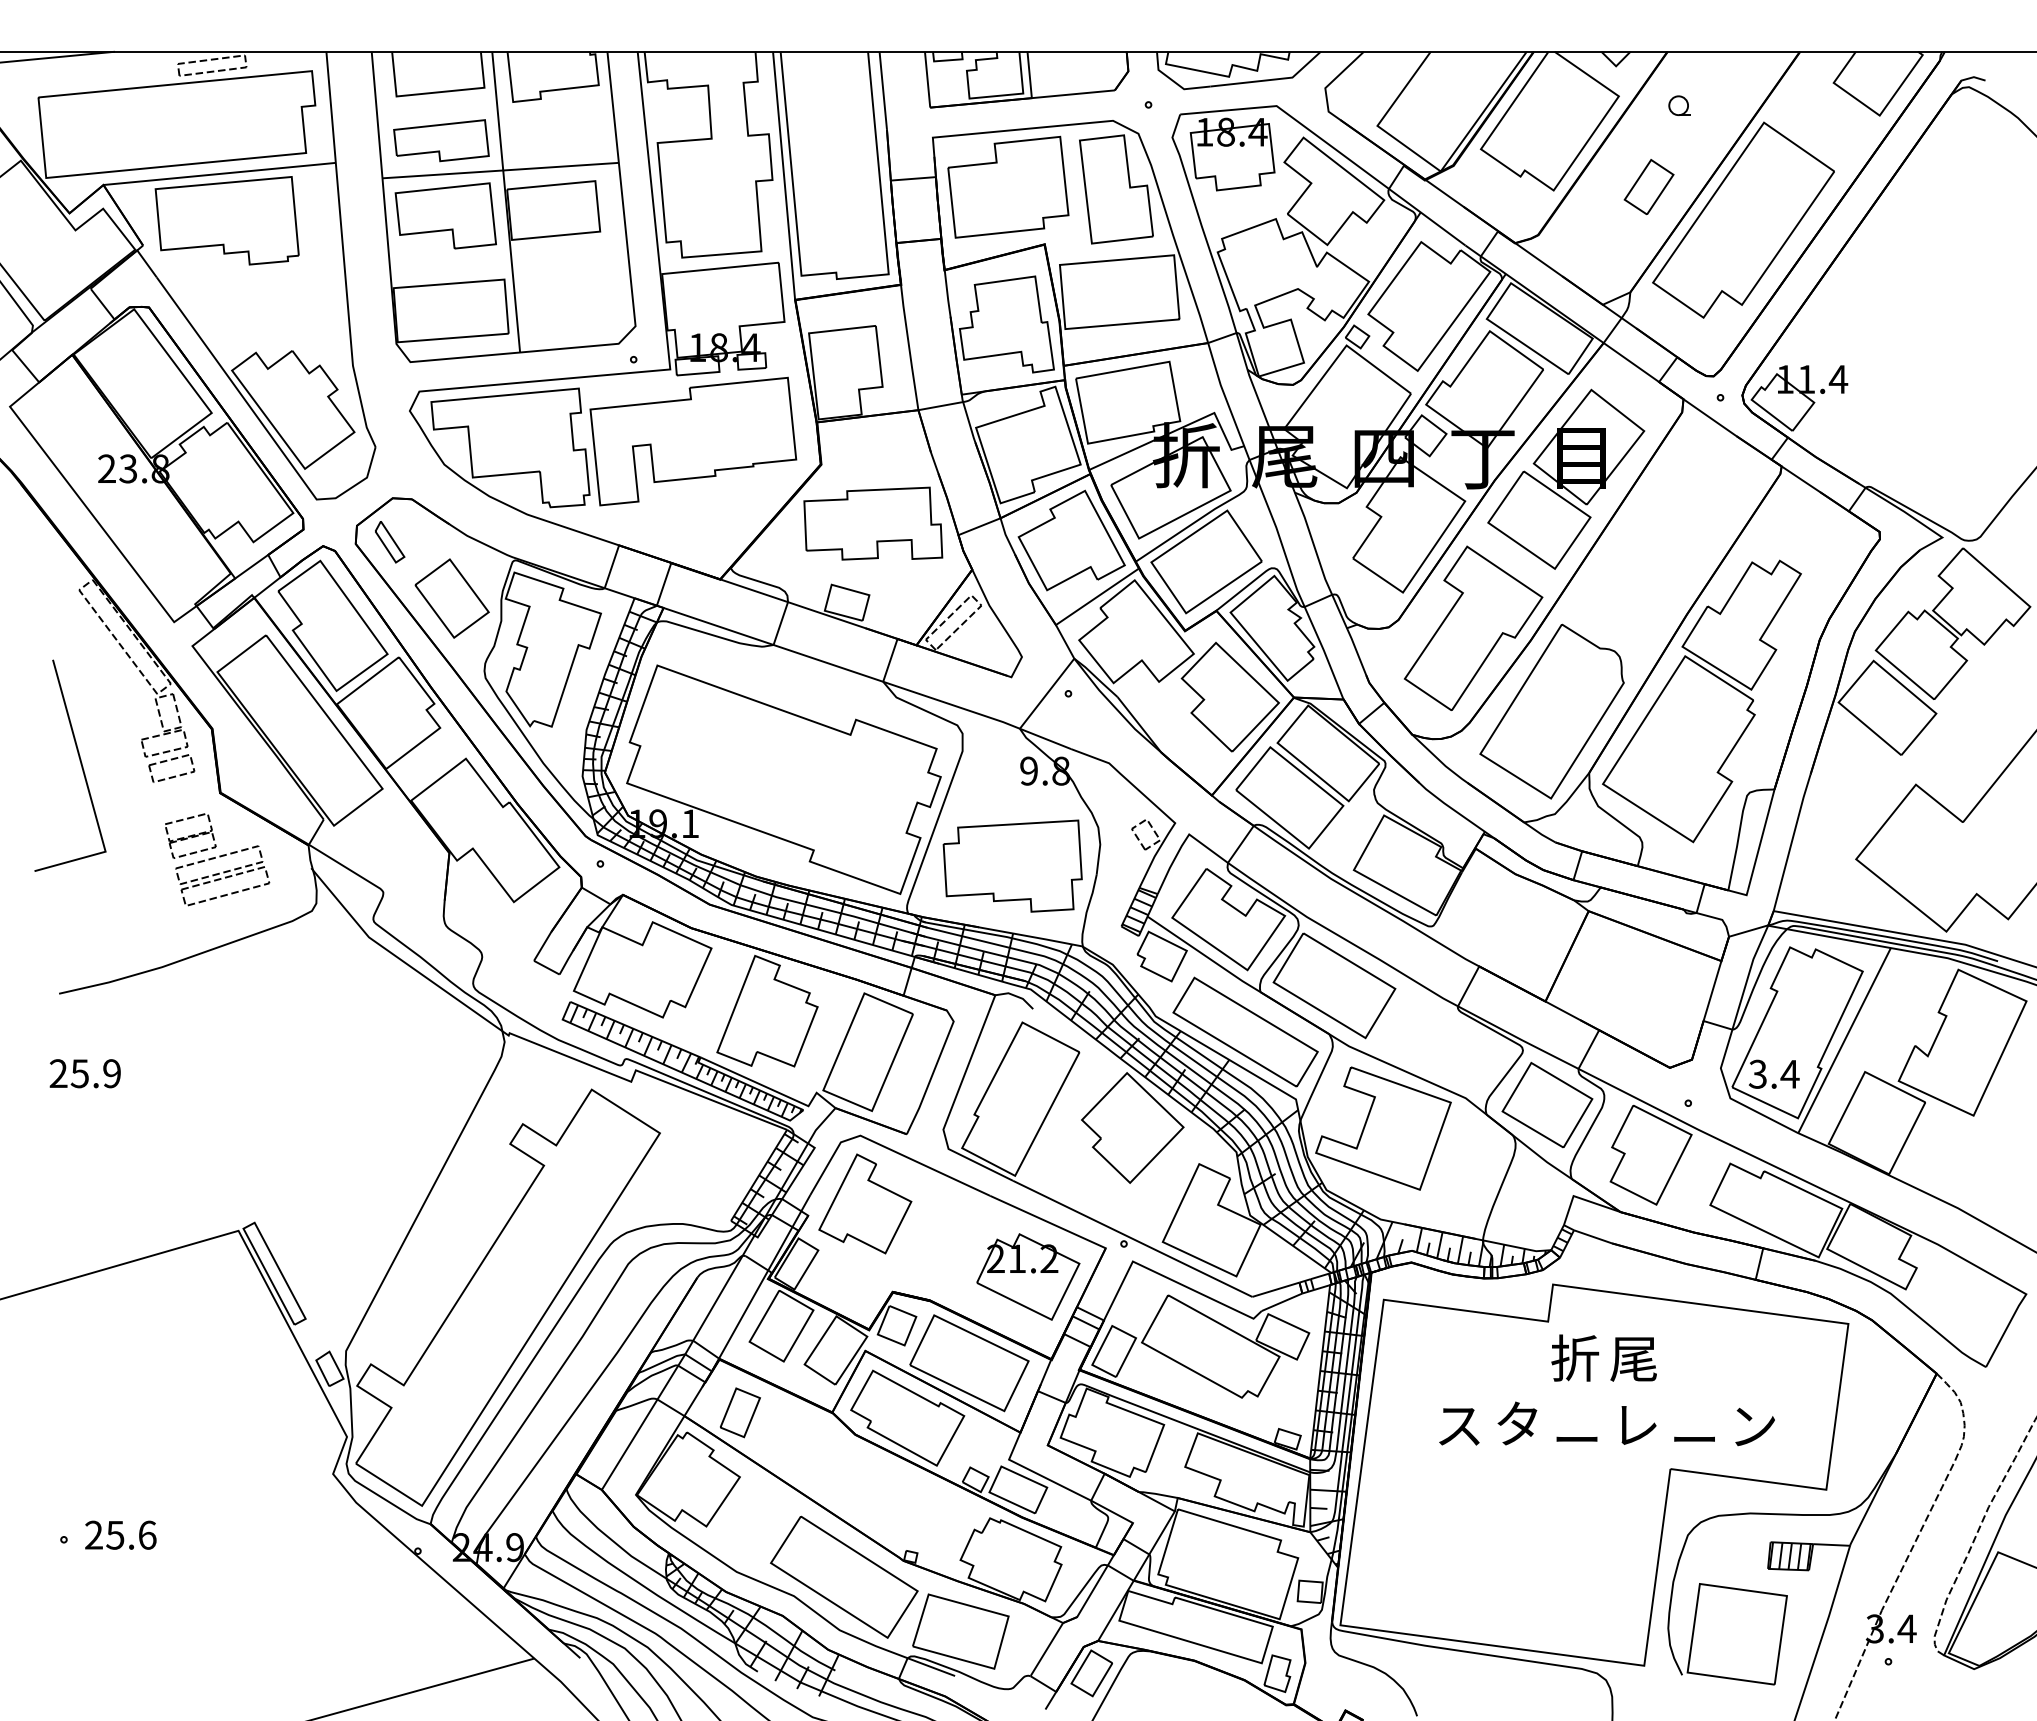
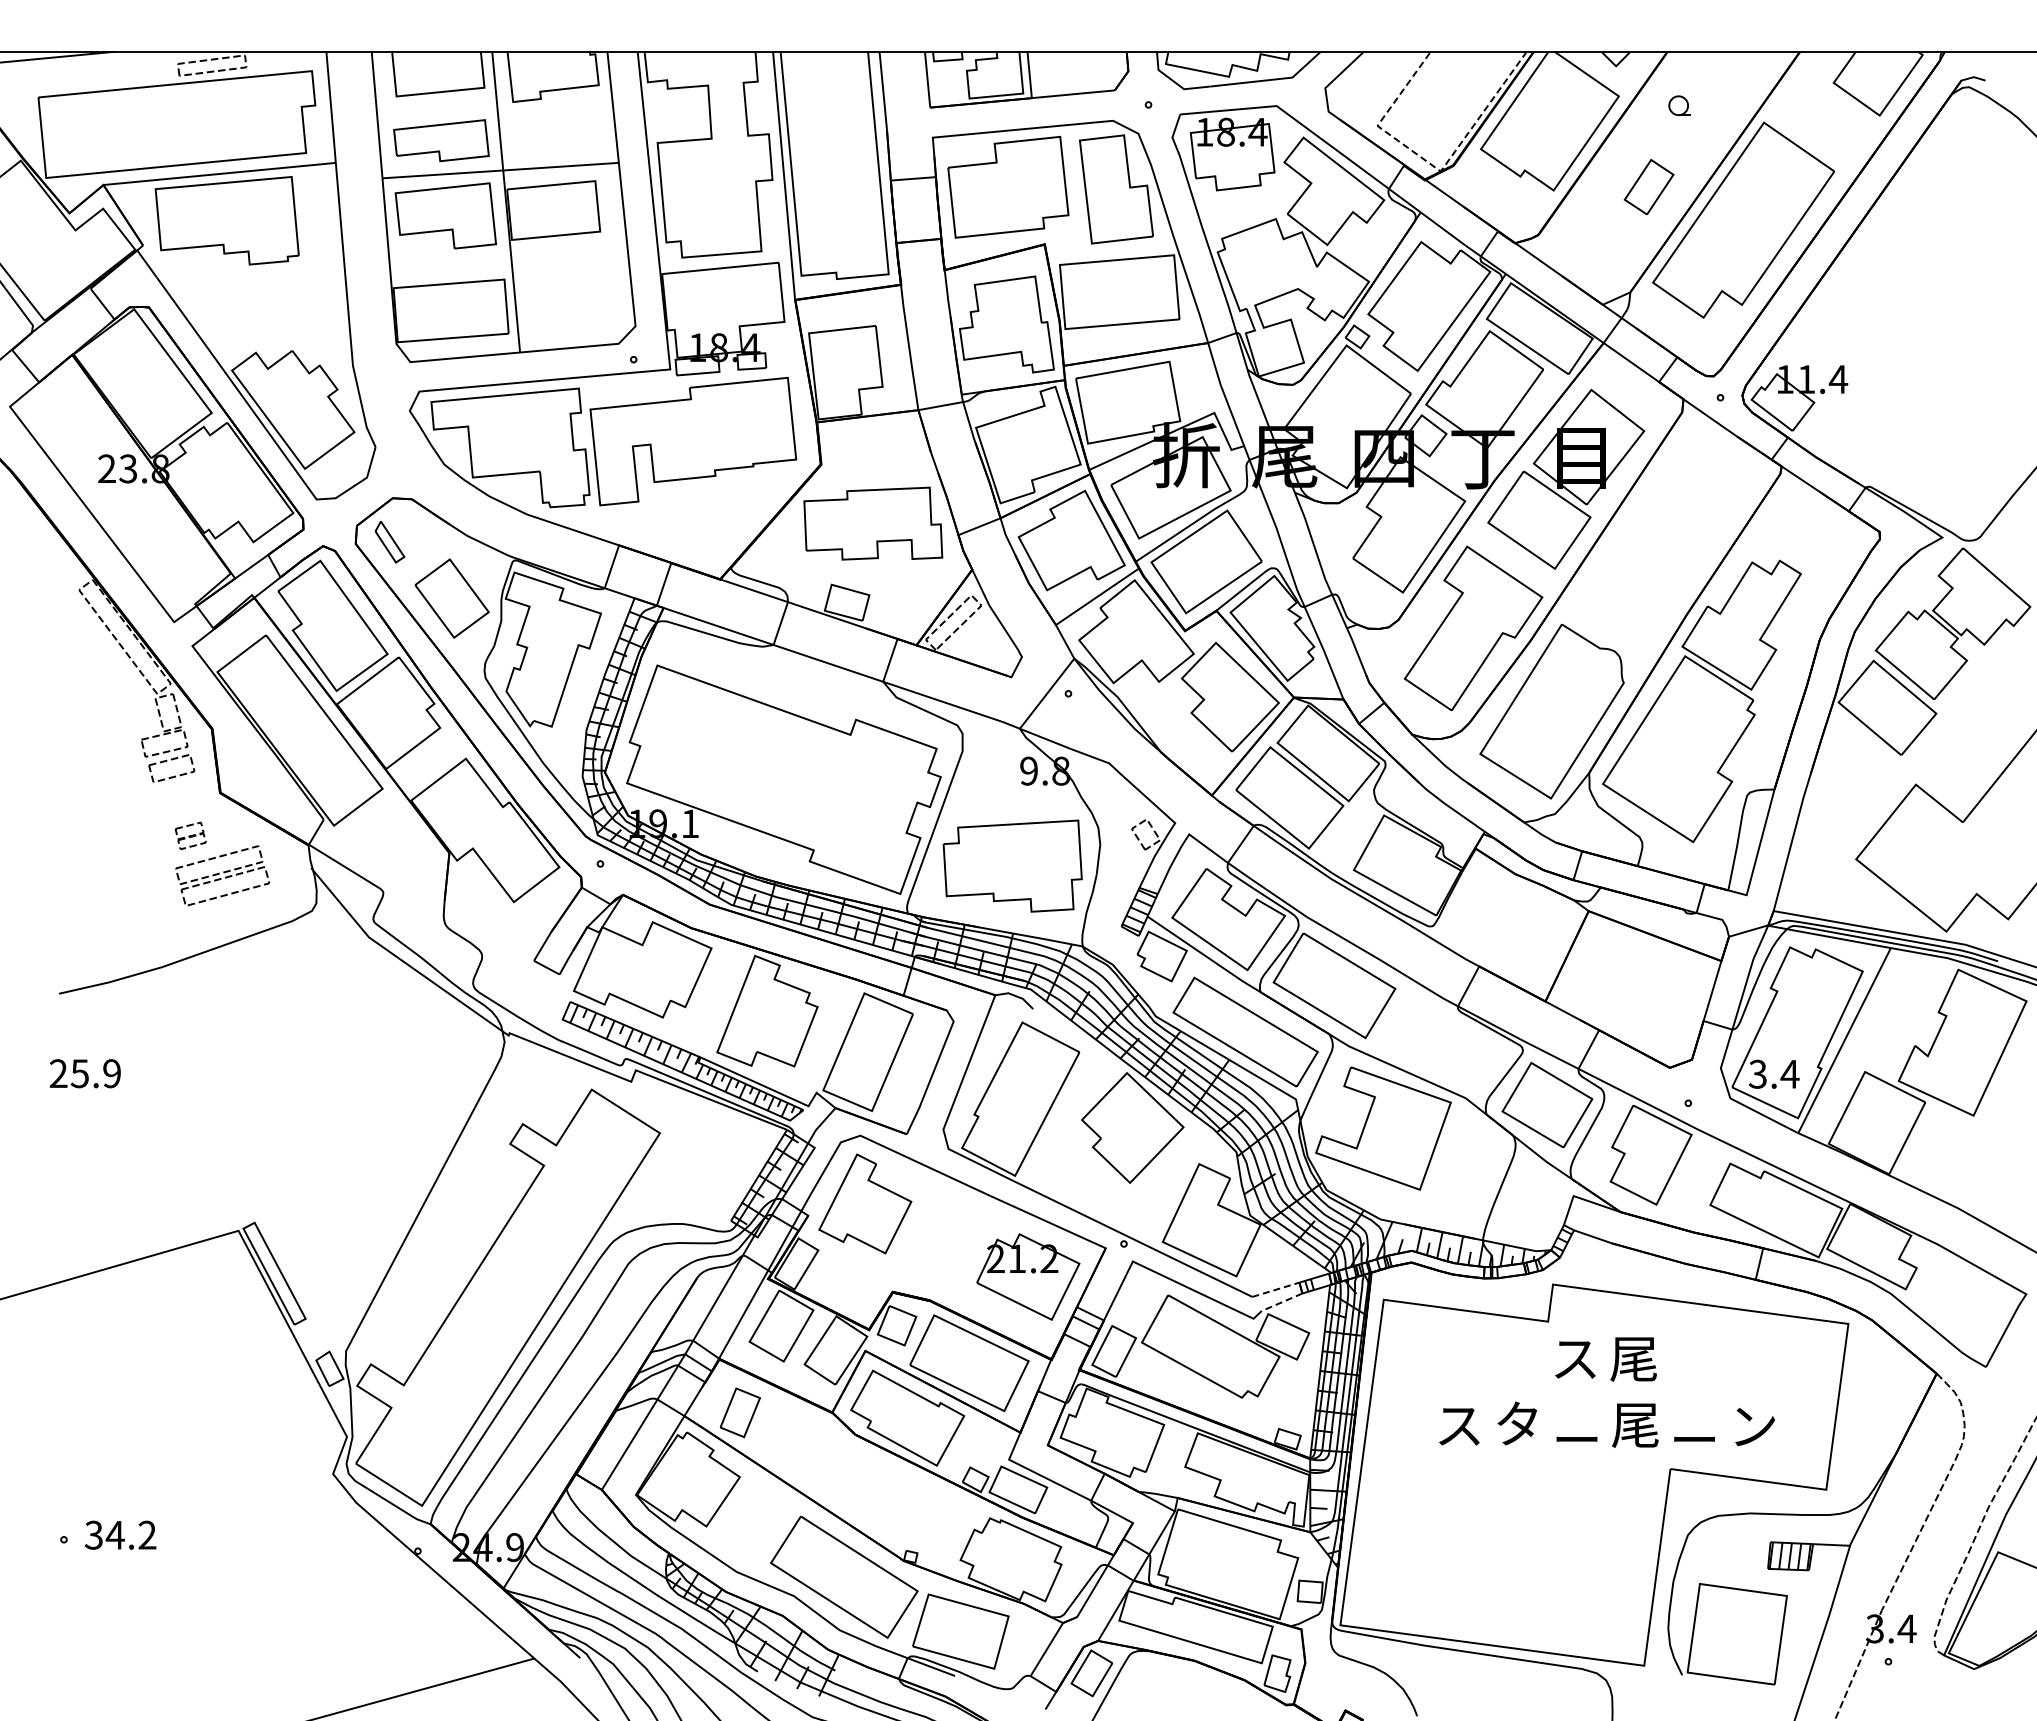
line at (1431, 165): solid -> dashed
line at (80, 764): present -> none
part at (190, 835) size: 52x46 px -> 33x29 px
line at (1275, 1289): solid -> dashed
line at (1281, 1302): solid -> dashed
text at (1575, 1357): 折 -> ス
text at (1635, 1425): レ -> 尾
text at (120, 1534): 25.6 -> 34.2
